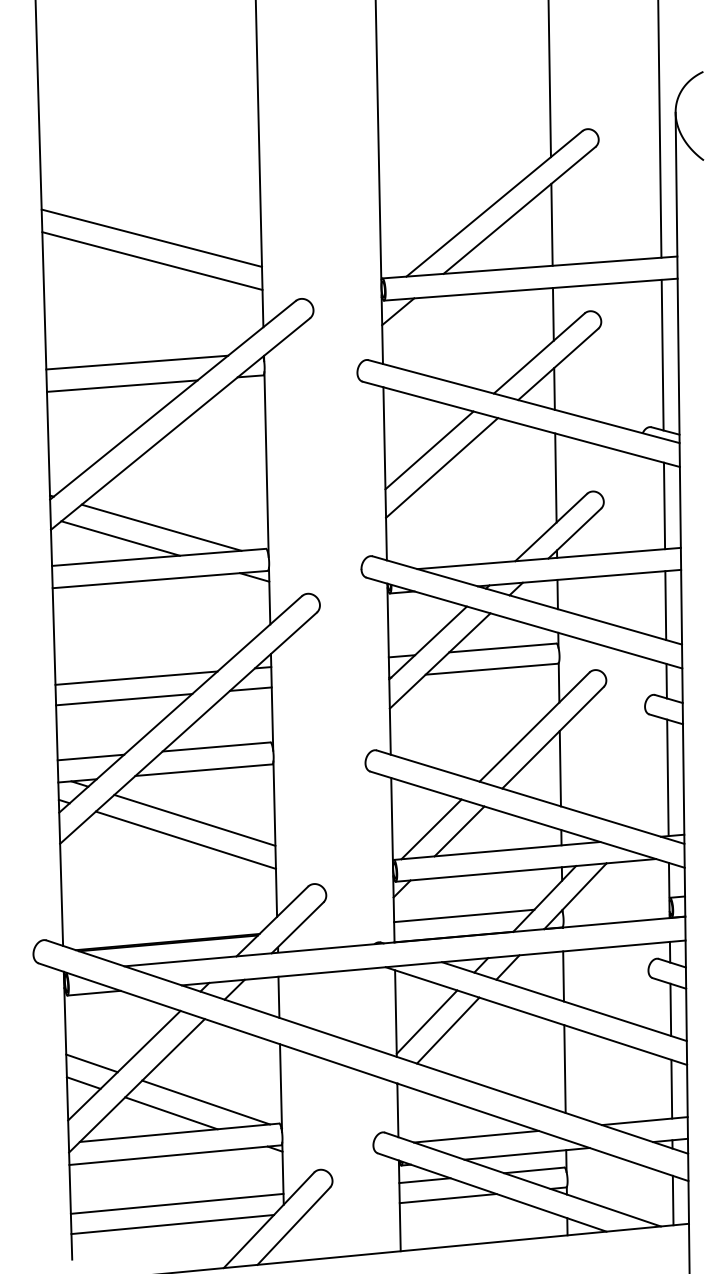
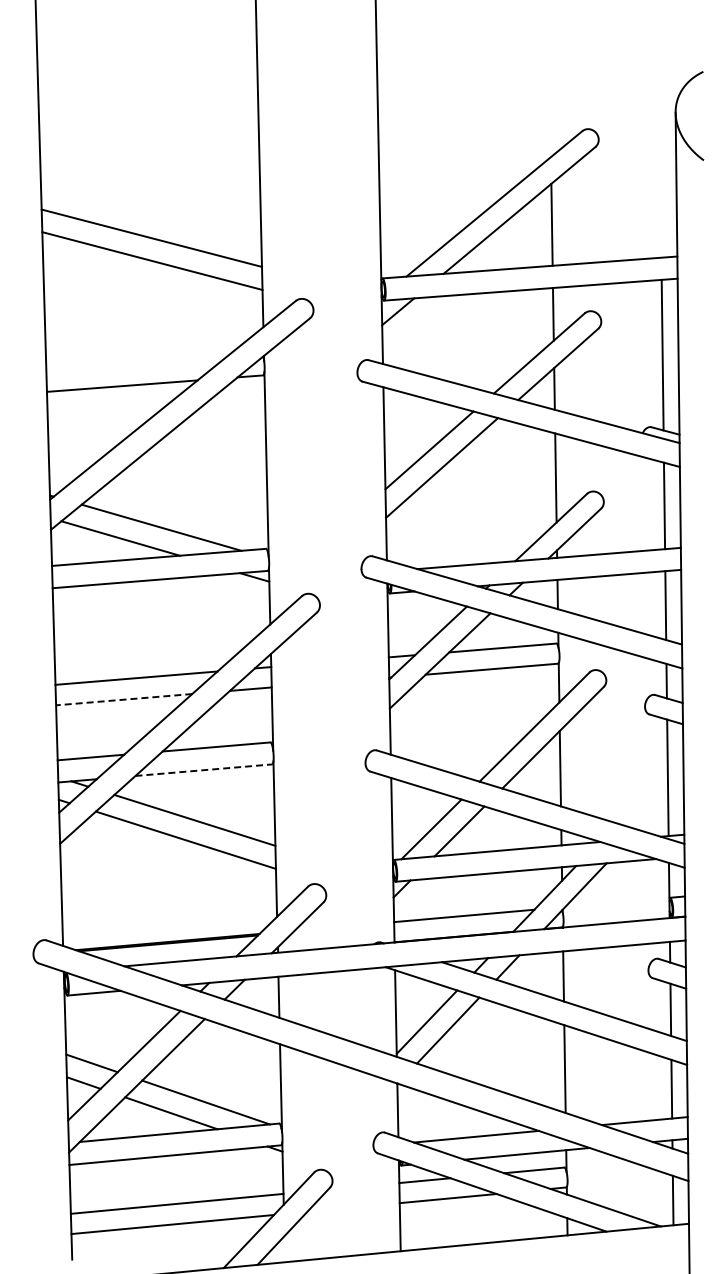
line at (549, 79): present -> none
line at (659, 129): present -> none
line at (137, 362): present -> none
line at (123, 699): solid -> dashed
line at (203, 770): solid -> dashed
